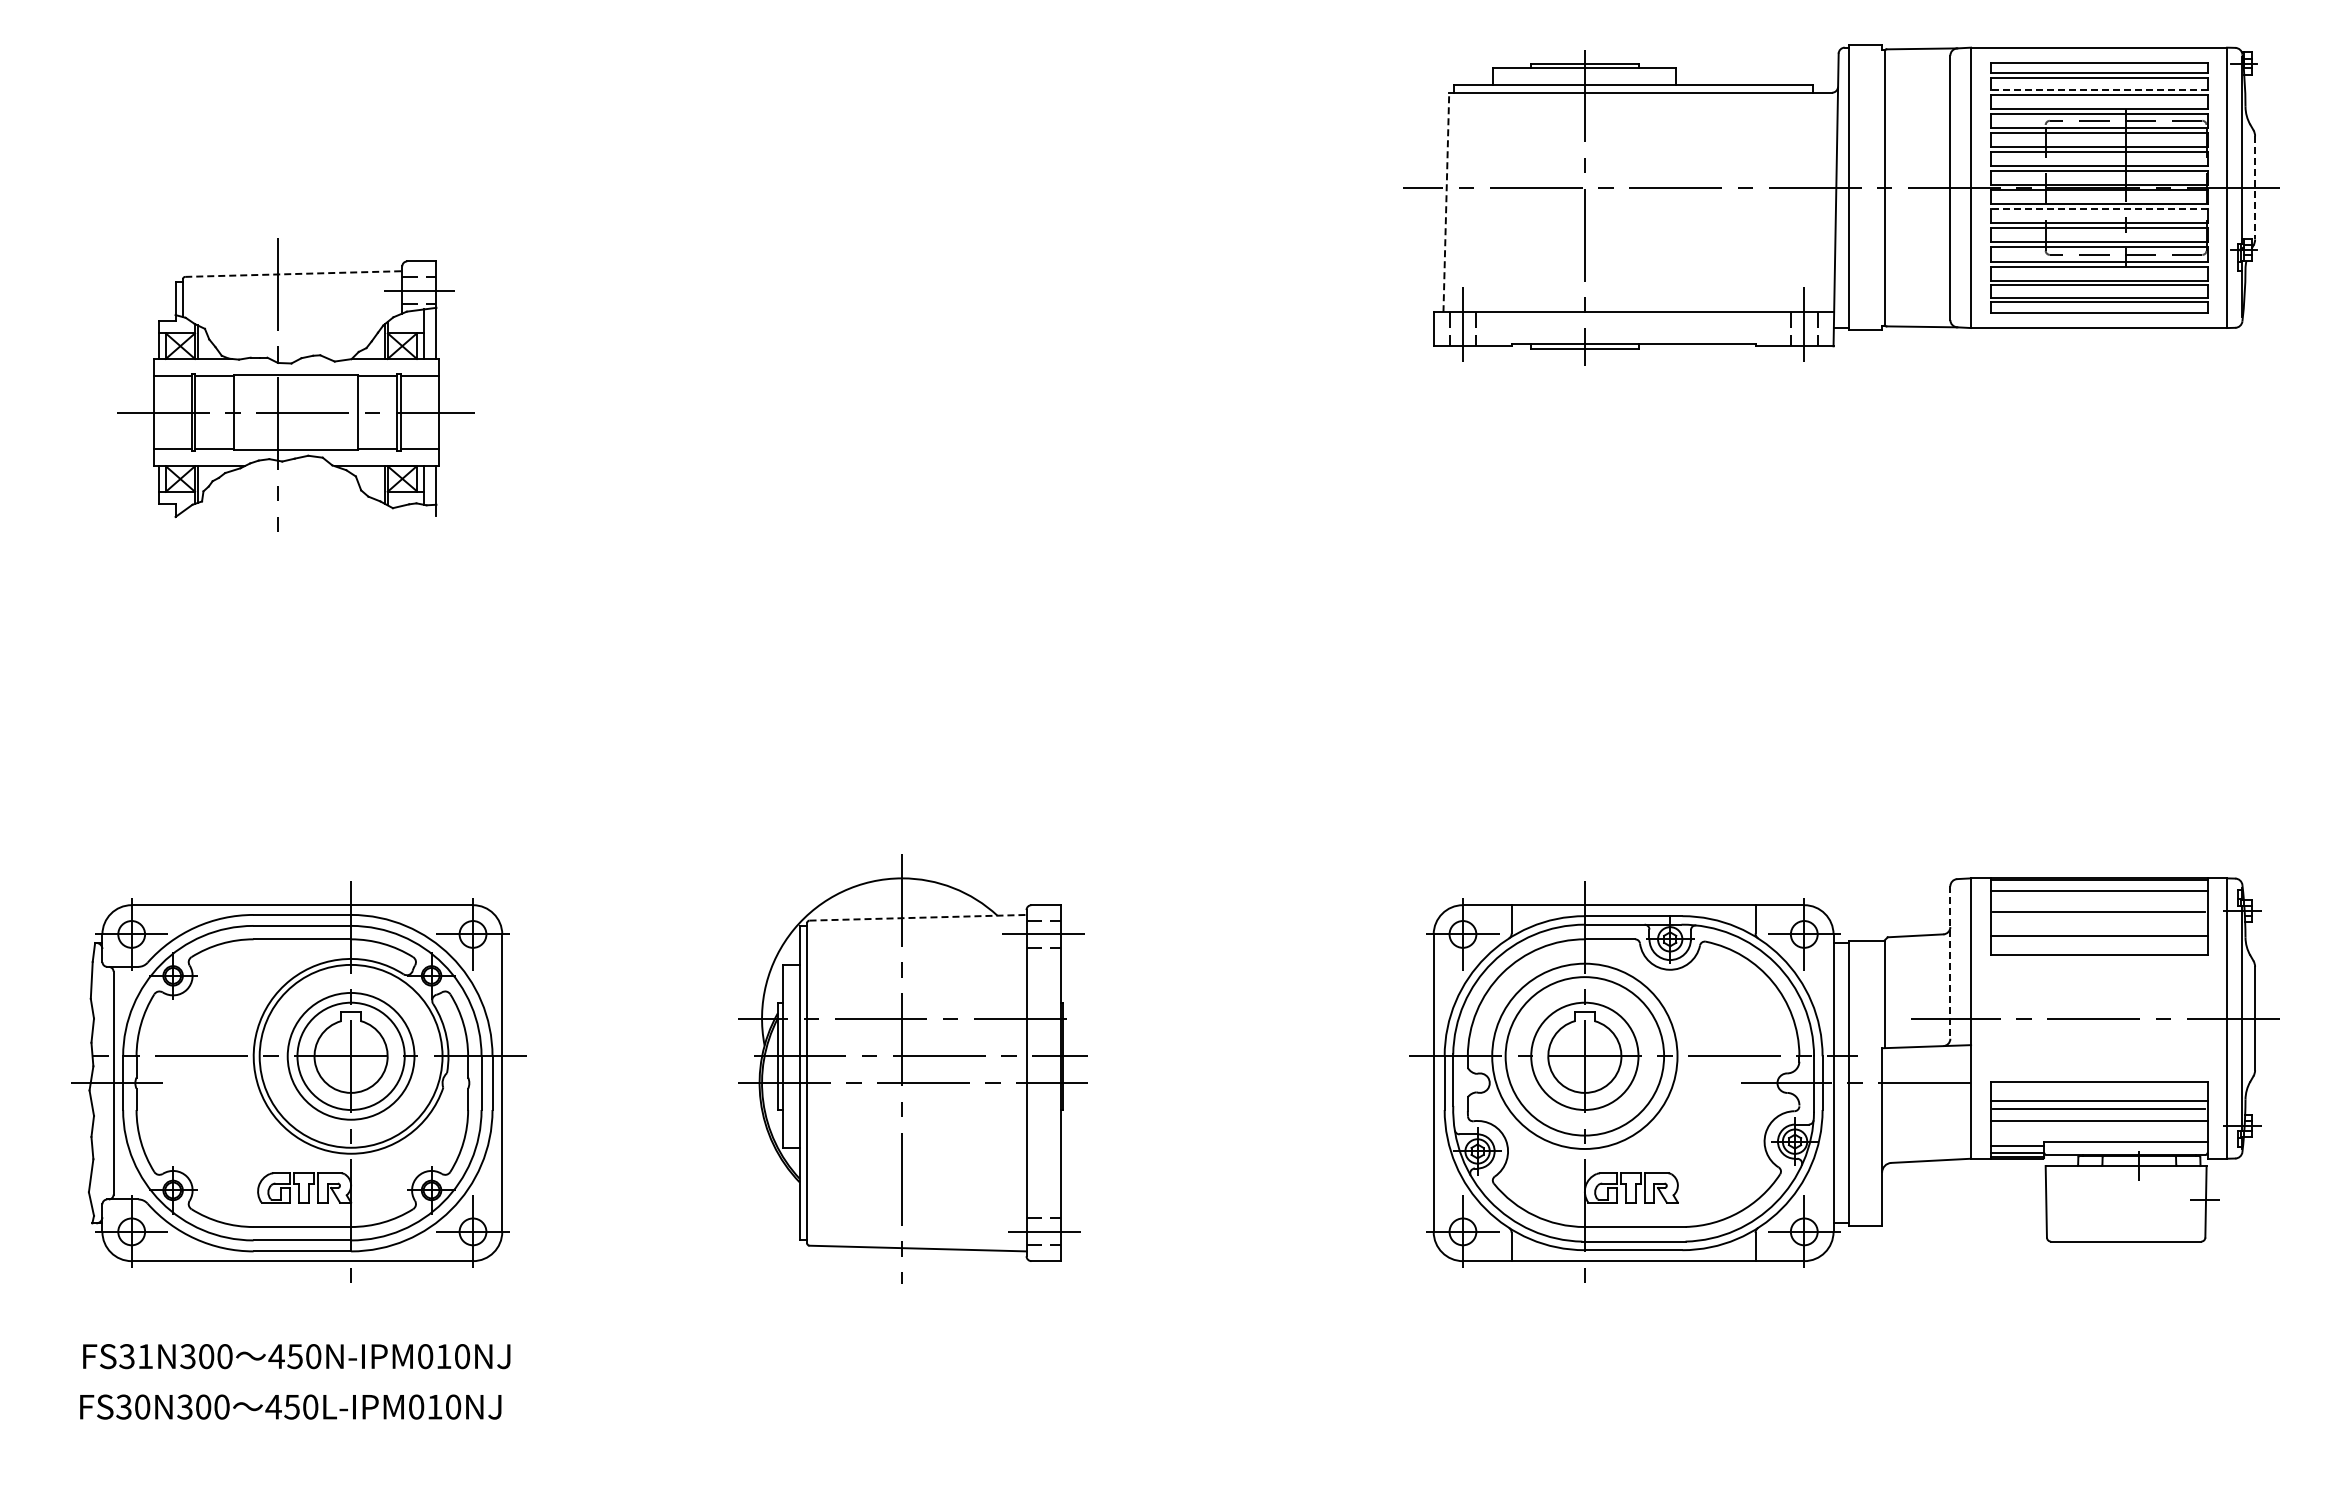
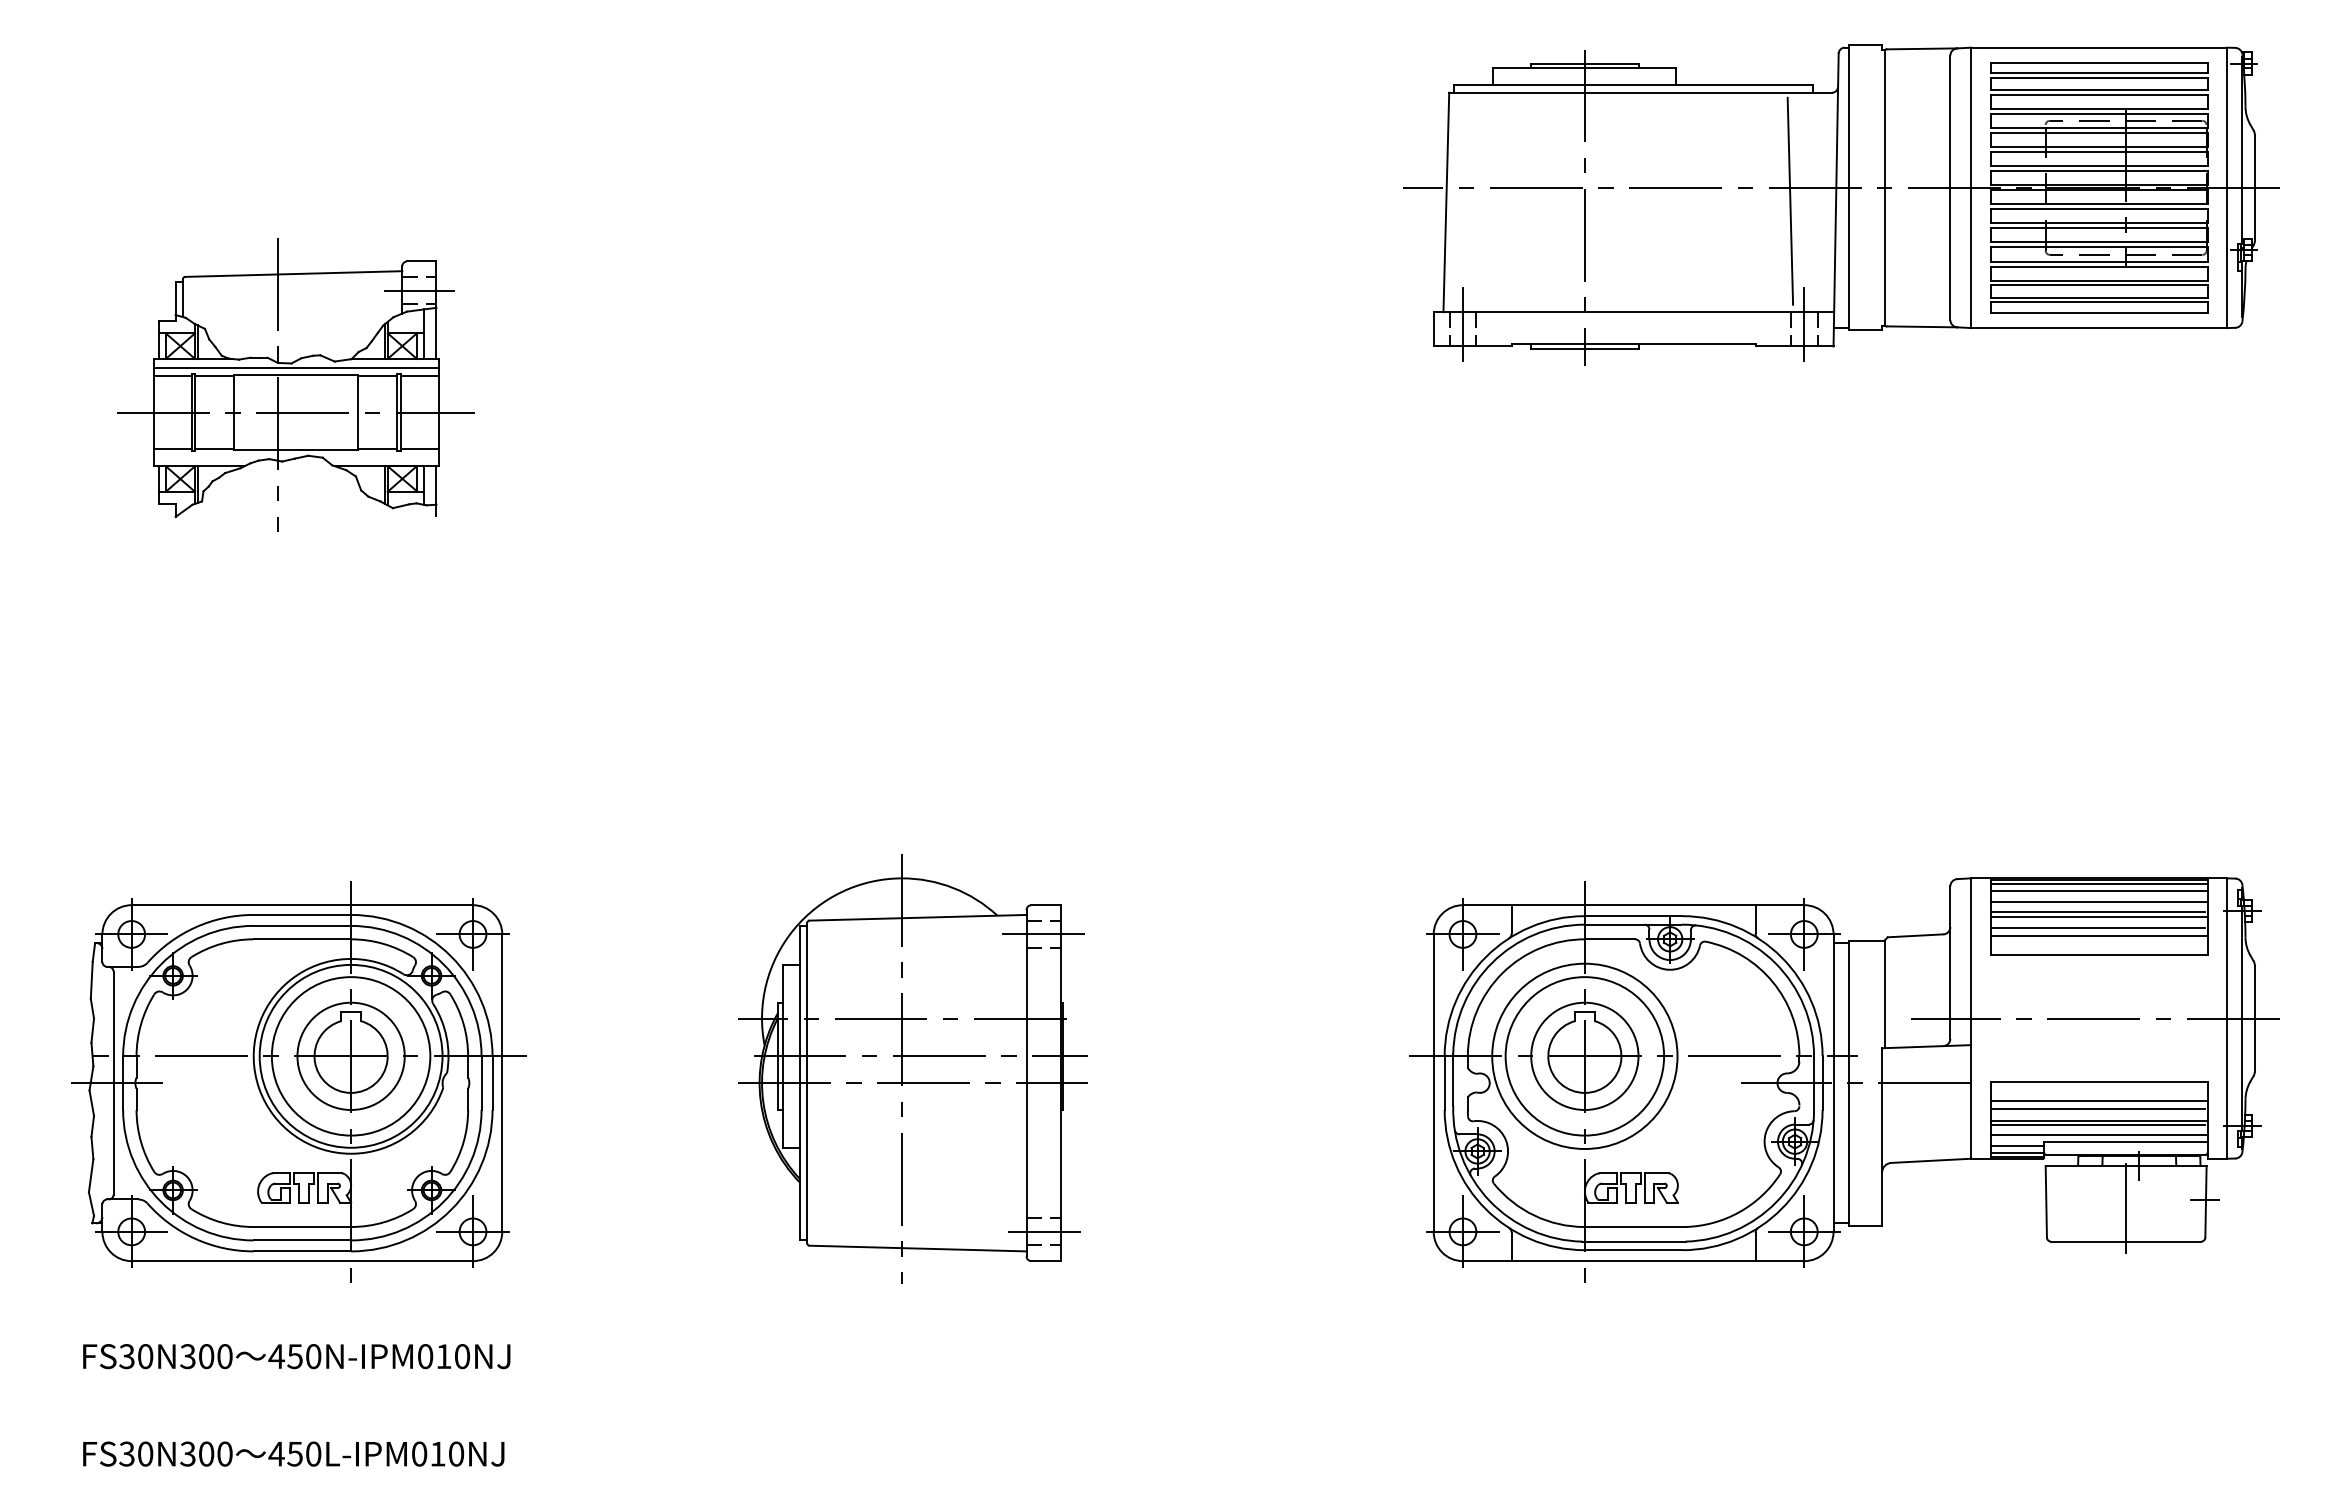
line at (2098, 90): dashed -> solid
line at (2255, 187): dashed -> solid
line at (1790, 200): none -> present
line at (1446, 202): dashed -> solid
line at (2098, 209): dashed -> solid
line at (293, 274): dashed -> solid
line at (295, 367): none -> present
line at (2098, 883): none -> present
line at (2098, 901): none -> present
line at (2098, 916): none -> present
line at (918, 917): dashed -> solid
line at (2099, 928): none -> present
line at (1950, 963): dashed -> solid
circle at (350, 1055) diameter: 127 px -> 158 px
line at (2099, 1125): none -> present
line at (2098, 1135): none -> present
line at (2126, 1208): none -> present
text at (145, 1356): FS31N300 -> FS30N300
text at (290, 1406) position: (290, 1406) -> (293, 1453)
